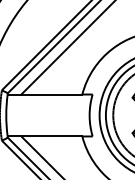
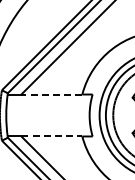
line at (51, 94): solid -> dashed
line at (52, 136): solid -> dashed
